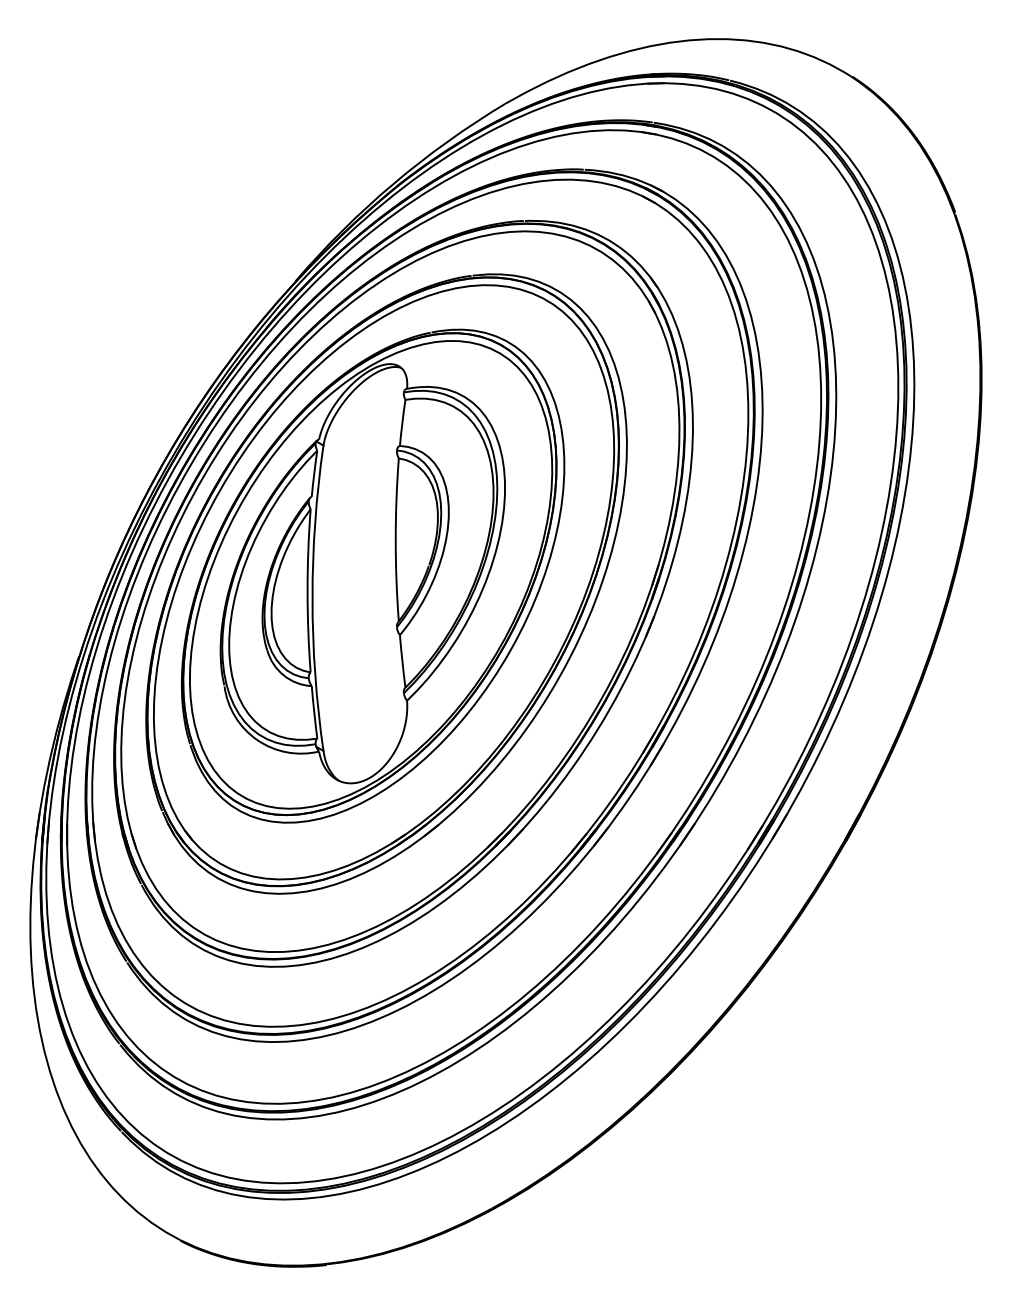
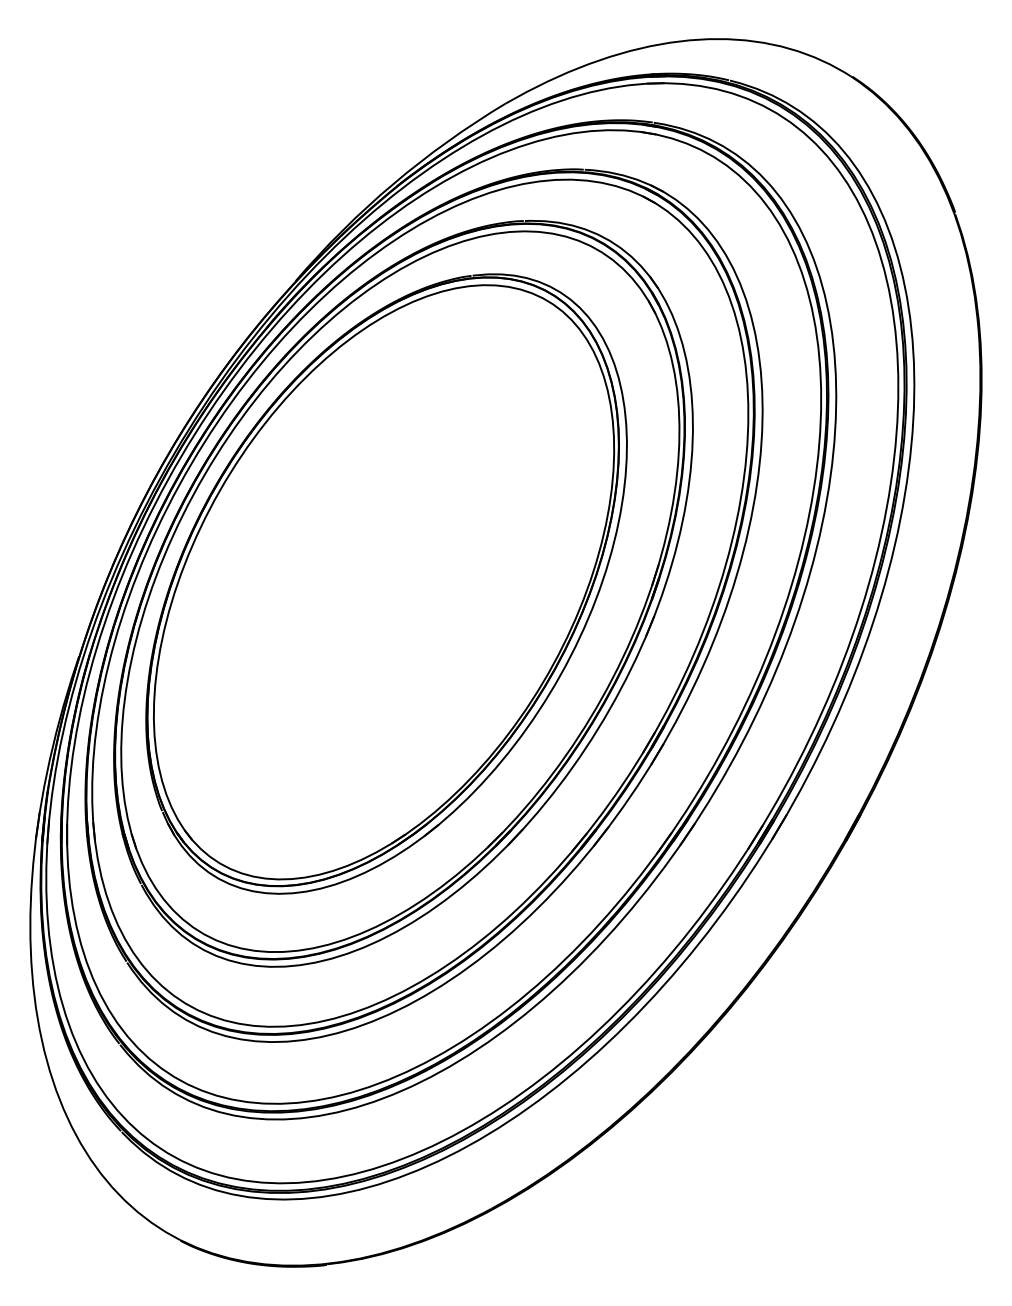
part at (373, 575): present -> none
